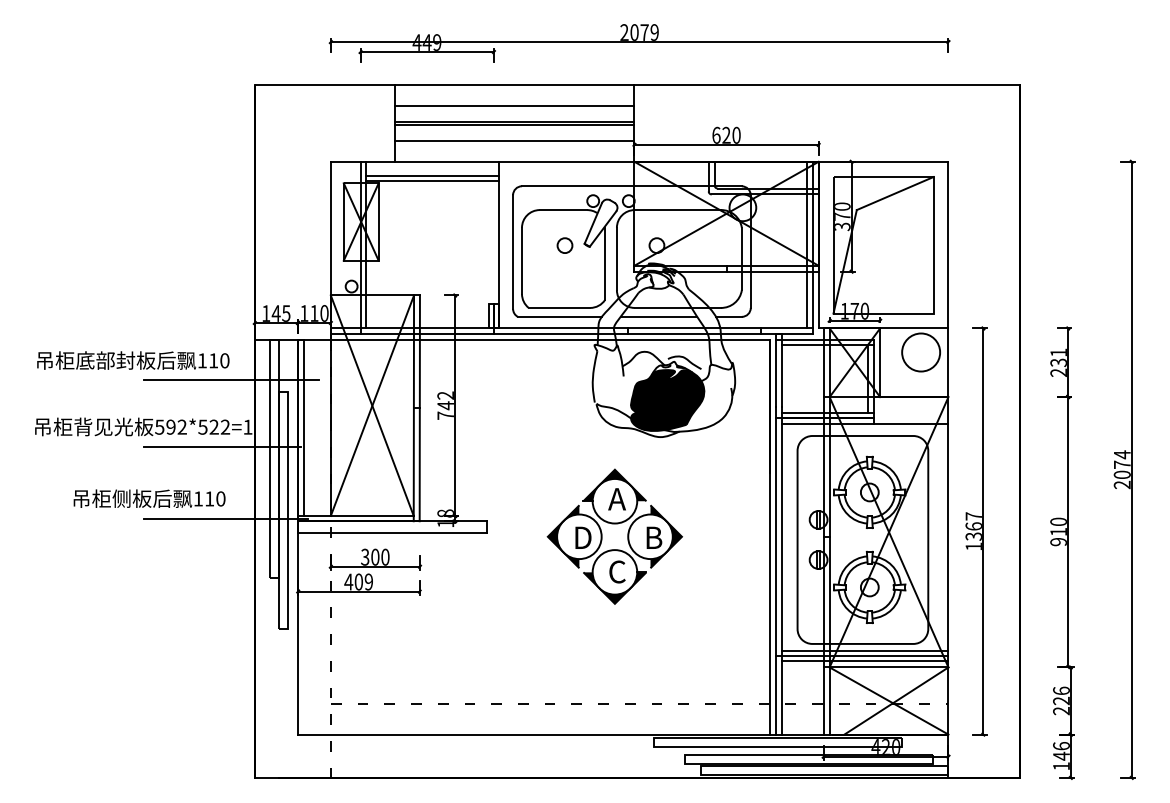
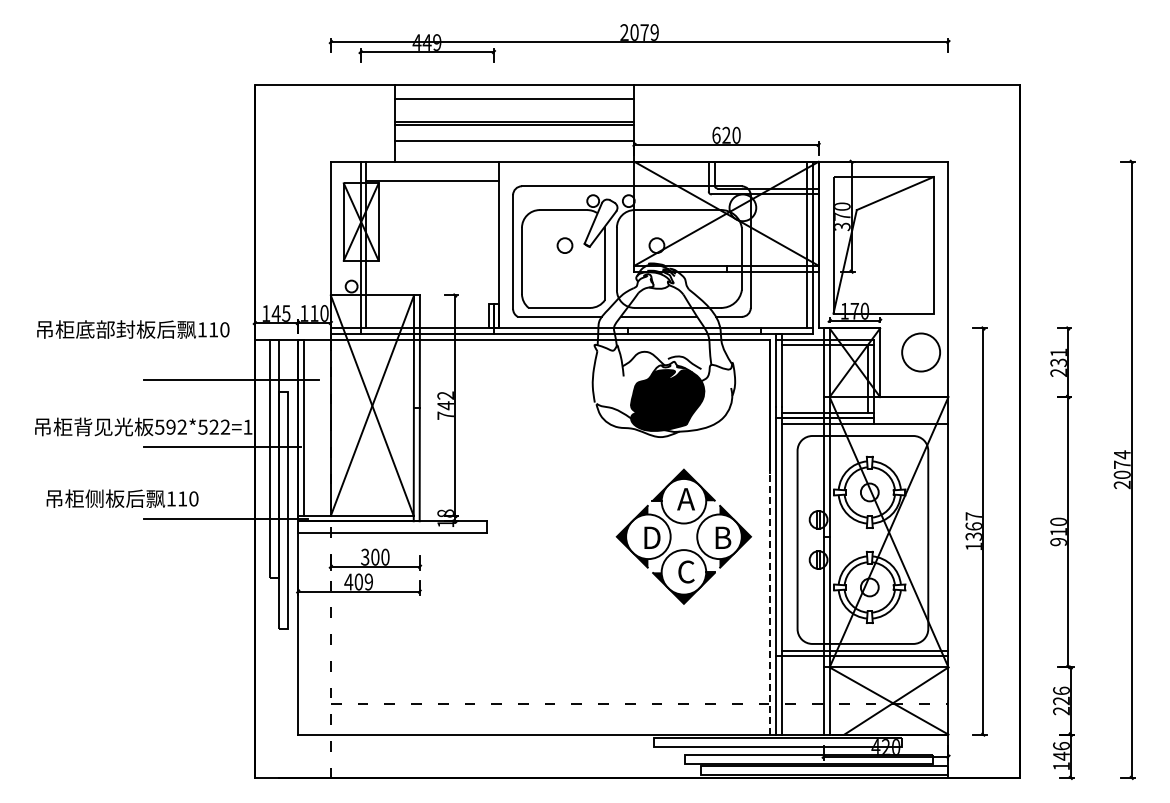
line at (513, 105) position: (513, 105) -> (513, 98)
line at (432, 175): present -> none
line at (914, 328): present -> none
text at (133, 360) position: (133, 360) -> (133, 329)
text at (149, 498) position: (149, 498) -> (122, 498)
part at (614, 524) position: (614, 524) -> (683, 524)
line at (770, 600): solid -> dashed
line at (865, 661): present -> none
